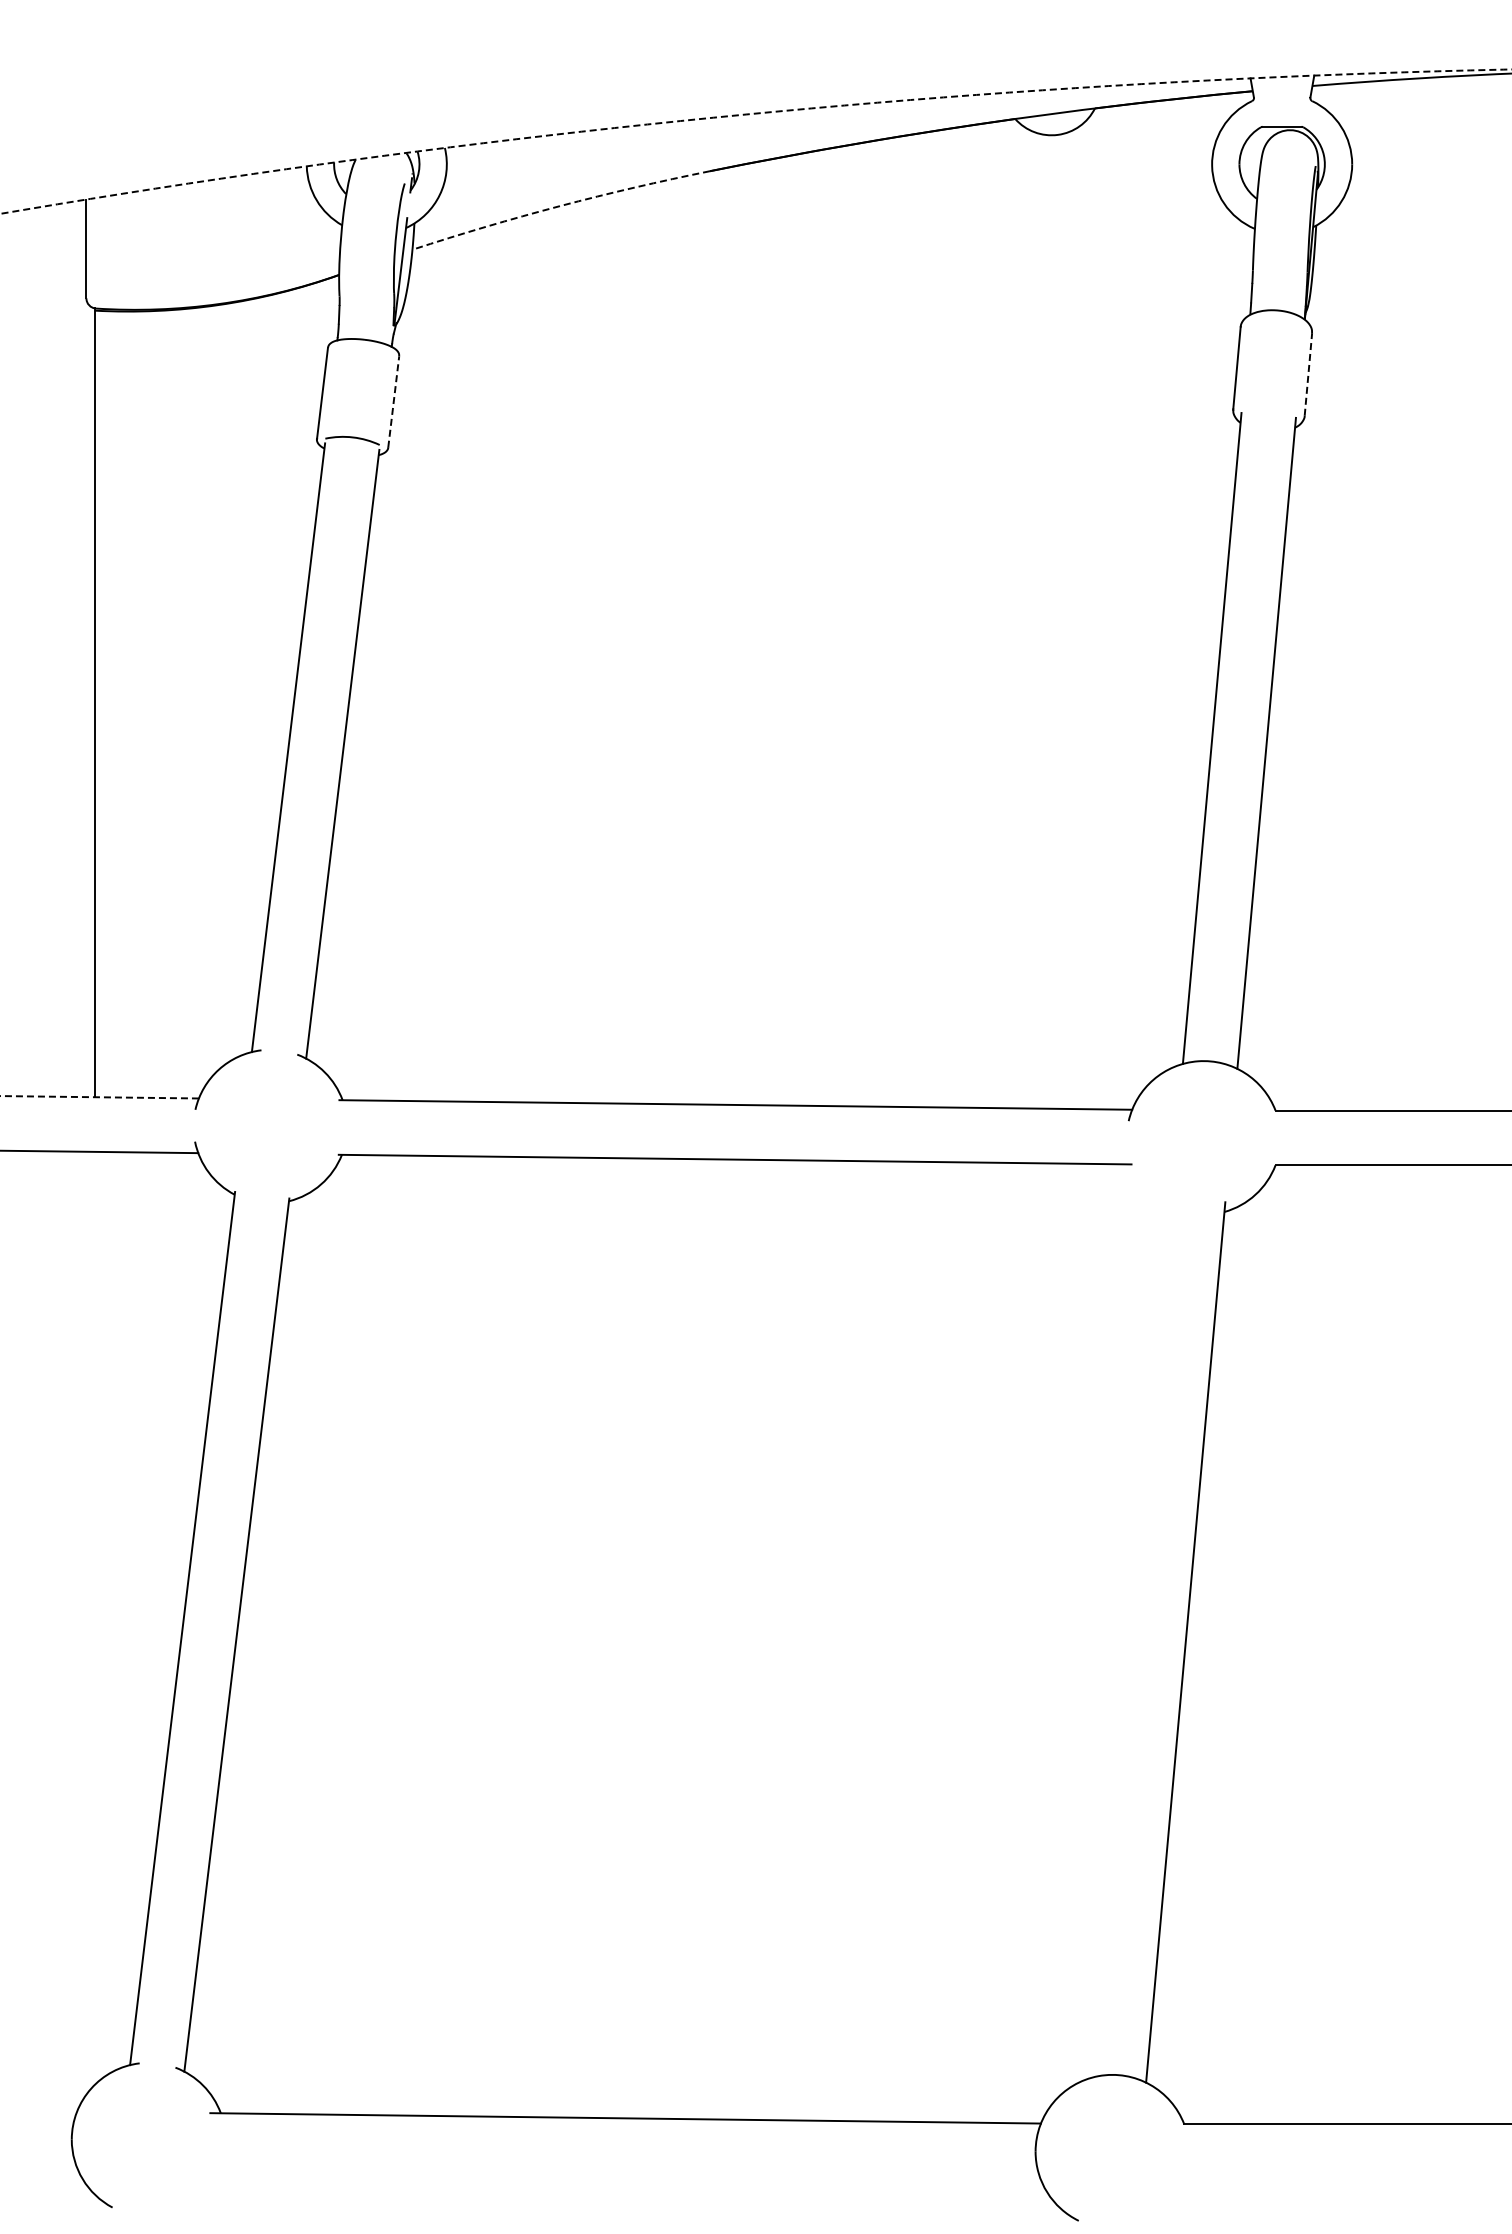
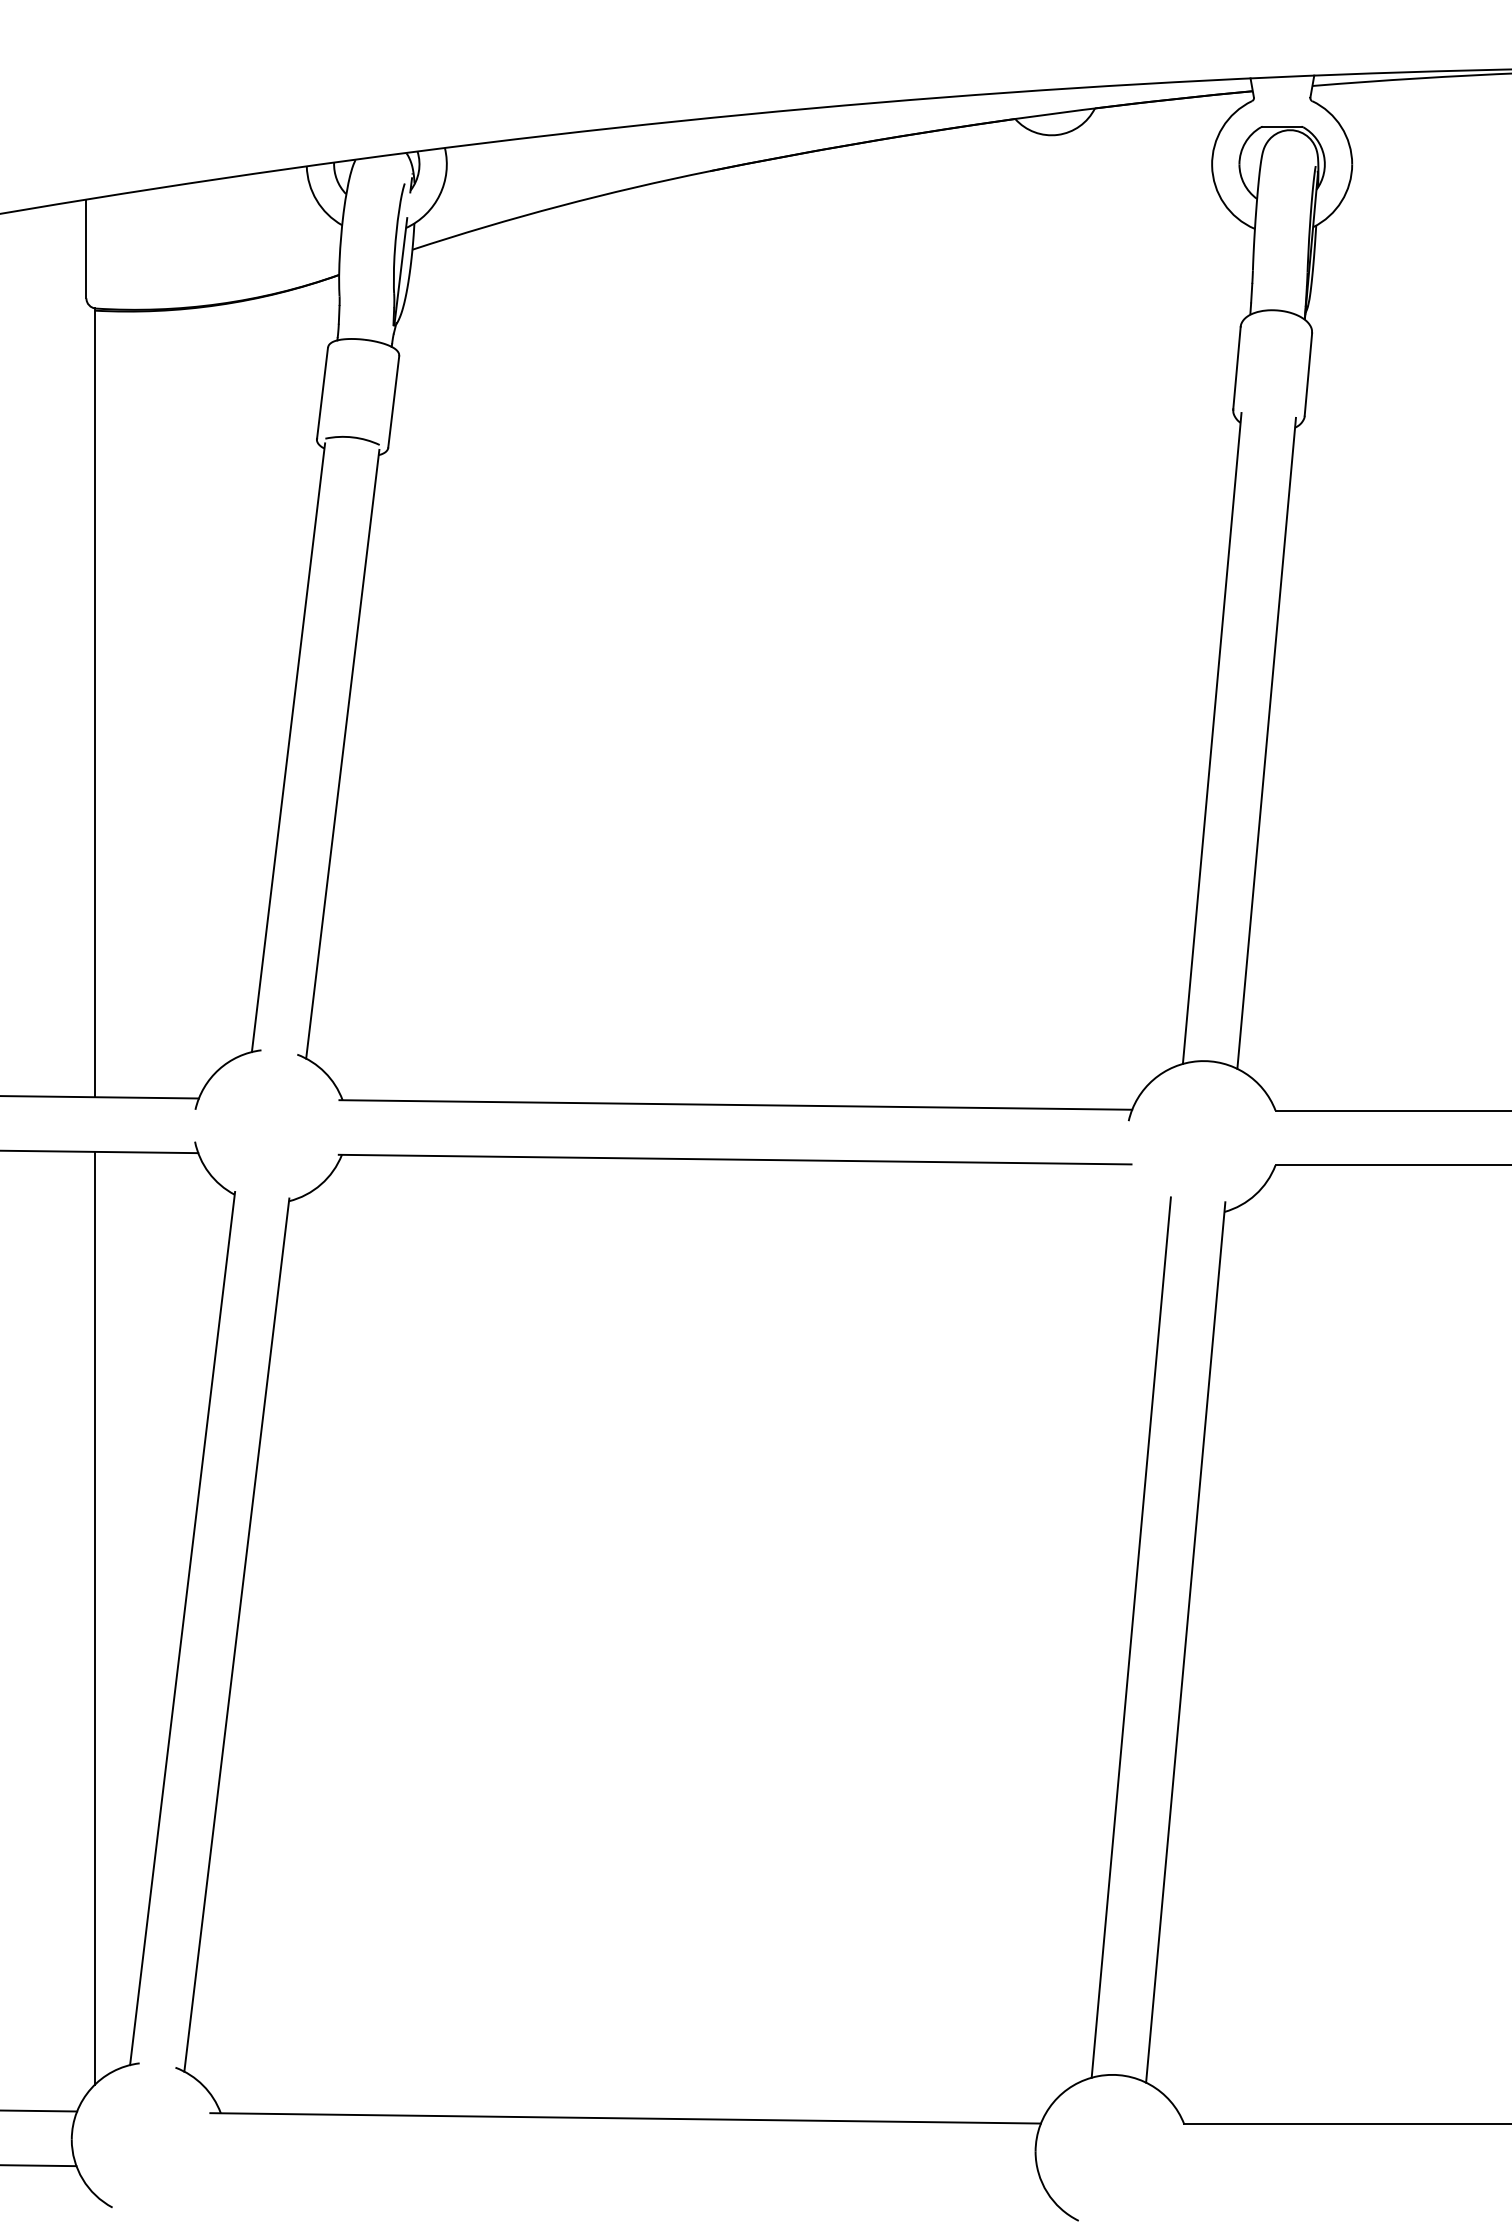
arc at (753, 114): dashed -> solid
arc at (559, 206): dashed -> solid
line at (1308, 374): dashed -> solid
line at (393, 402): dashed -> solid
line at (99, 1097): dashed -> solid
line at (94, 1617): none -> present
line at (1130, 1637): none -> present
line at (39, 2110): none -> present
line at (39, 2165): none -> present
